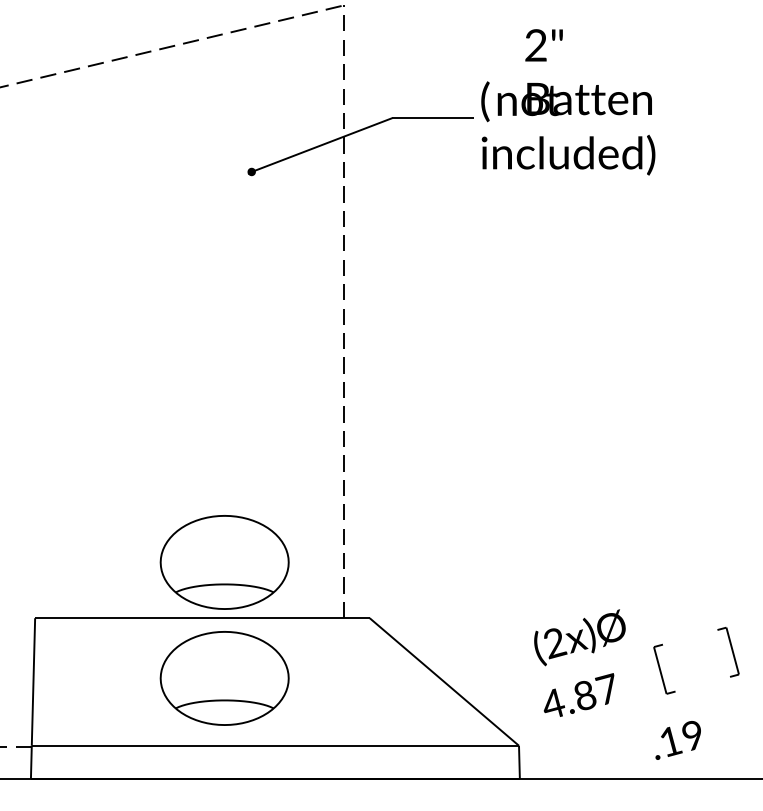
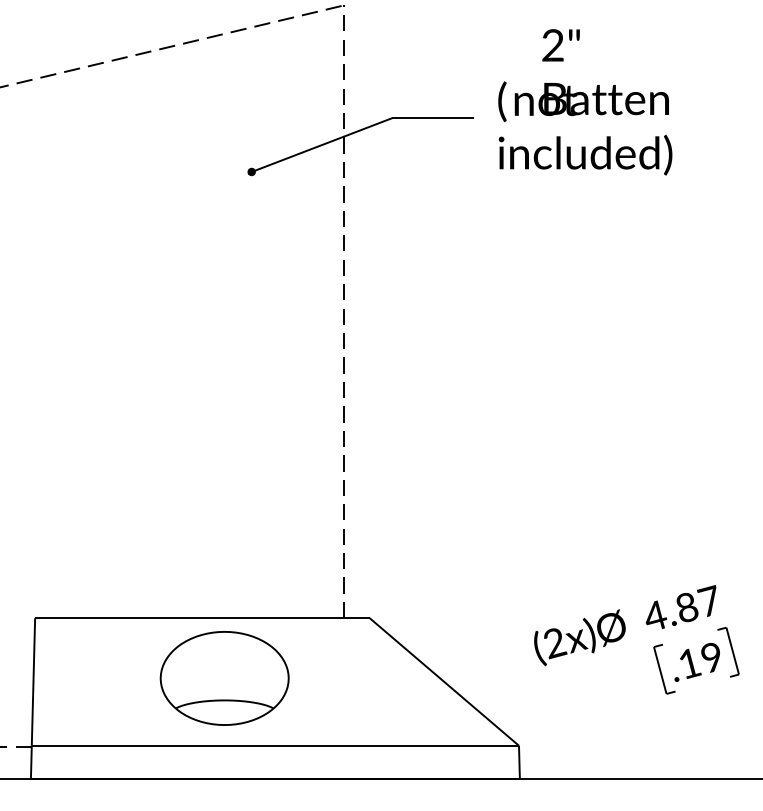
text at (568, 102) position: (568, 102) -> (585, 102)
part at (224, 562): present -> none
text at (578, 694) position: (578, 694) -> (680, 606)
text at (677, 740) position: (677, 740) -> (696, 662)
